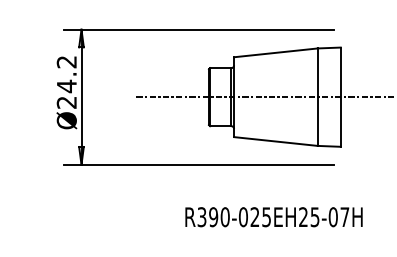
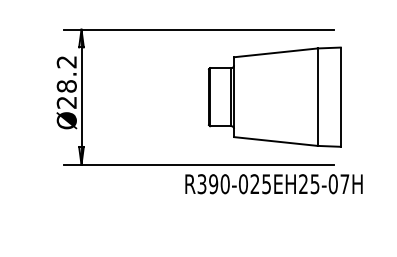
text at (66, 86): Ø24.2 -> Ø28.2
line at (264, 97): present -> none
text at (273, 217) position: (273, 217) -> (273, 184)
